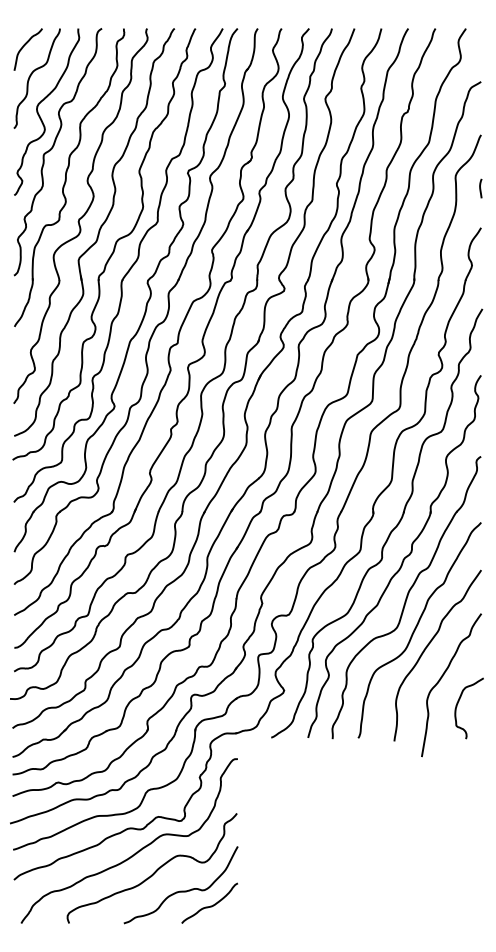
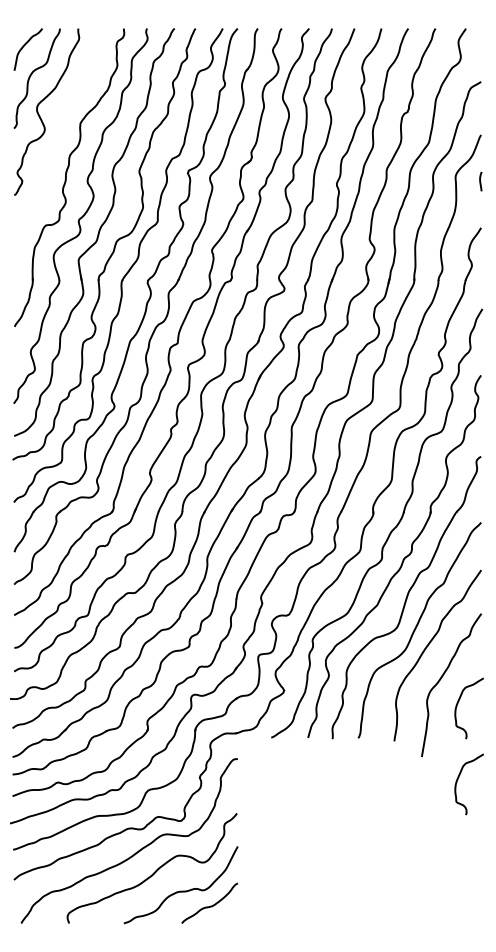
curve at (52, 149): present -> none
line at (480, 188) position: (480, 188) -> (480, 181)
curve at (457, 783): none -> present
